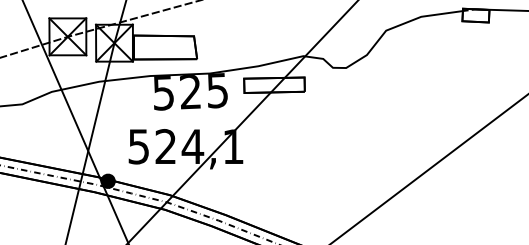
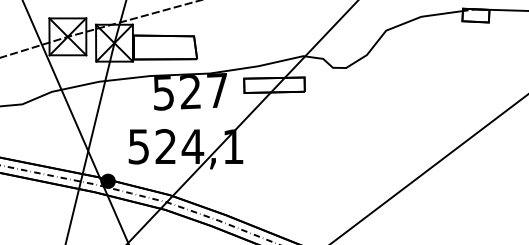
text at (217, 90): 525 -> 527
